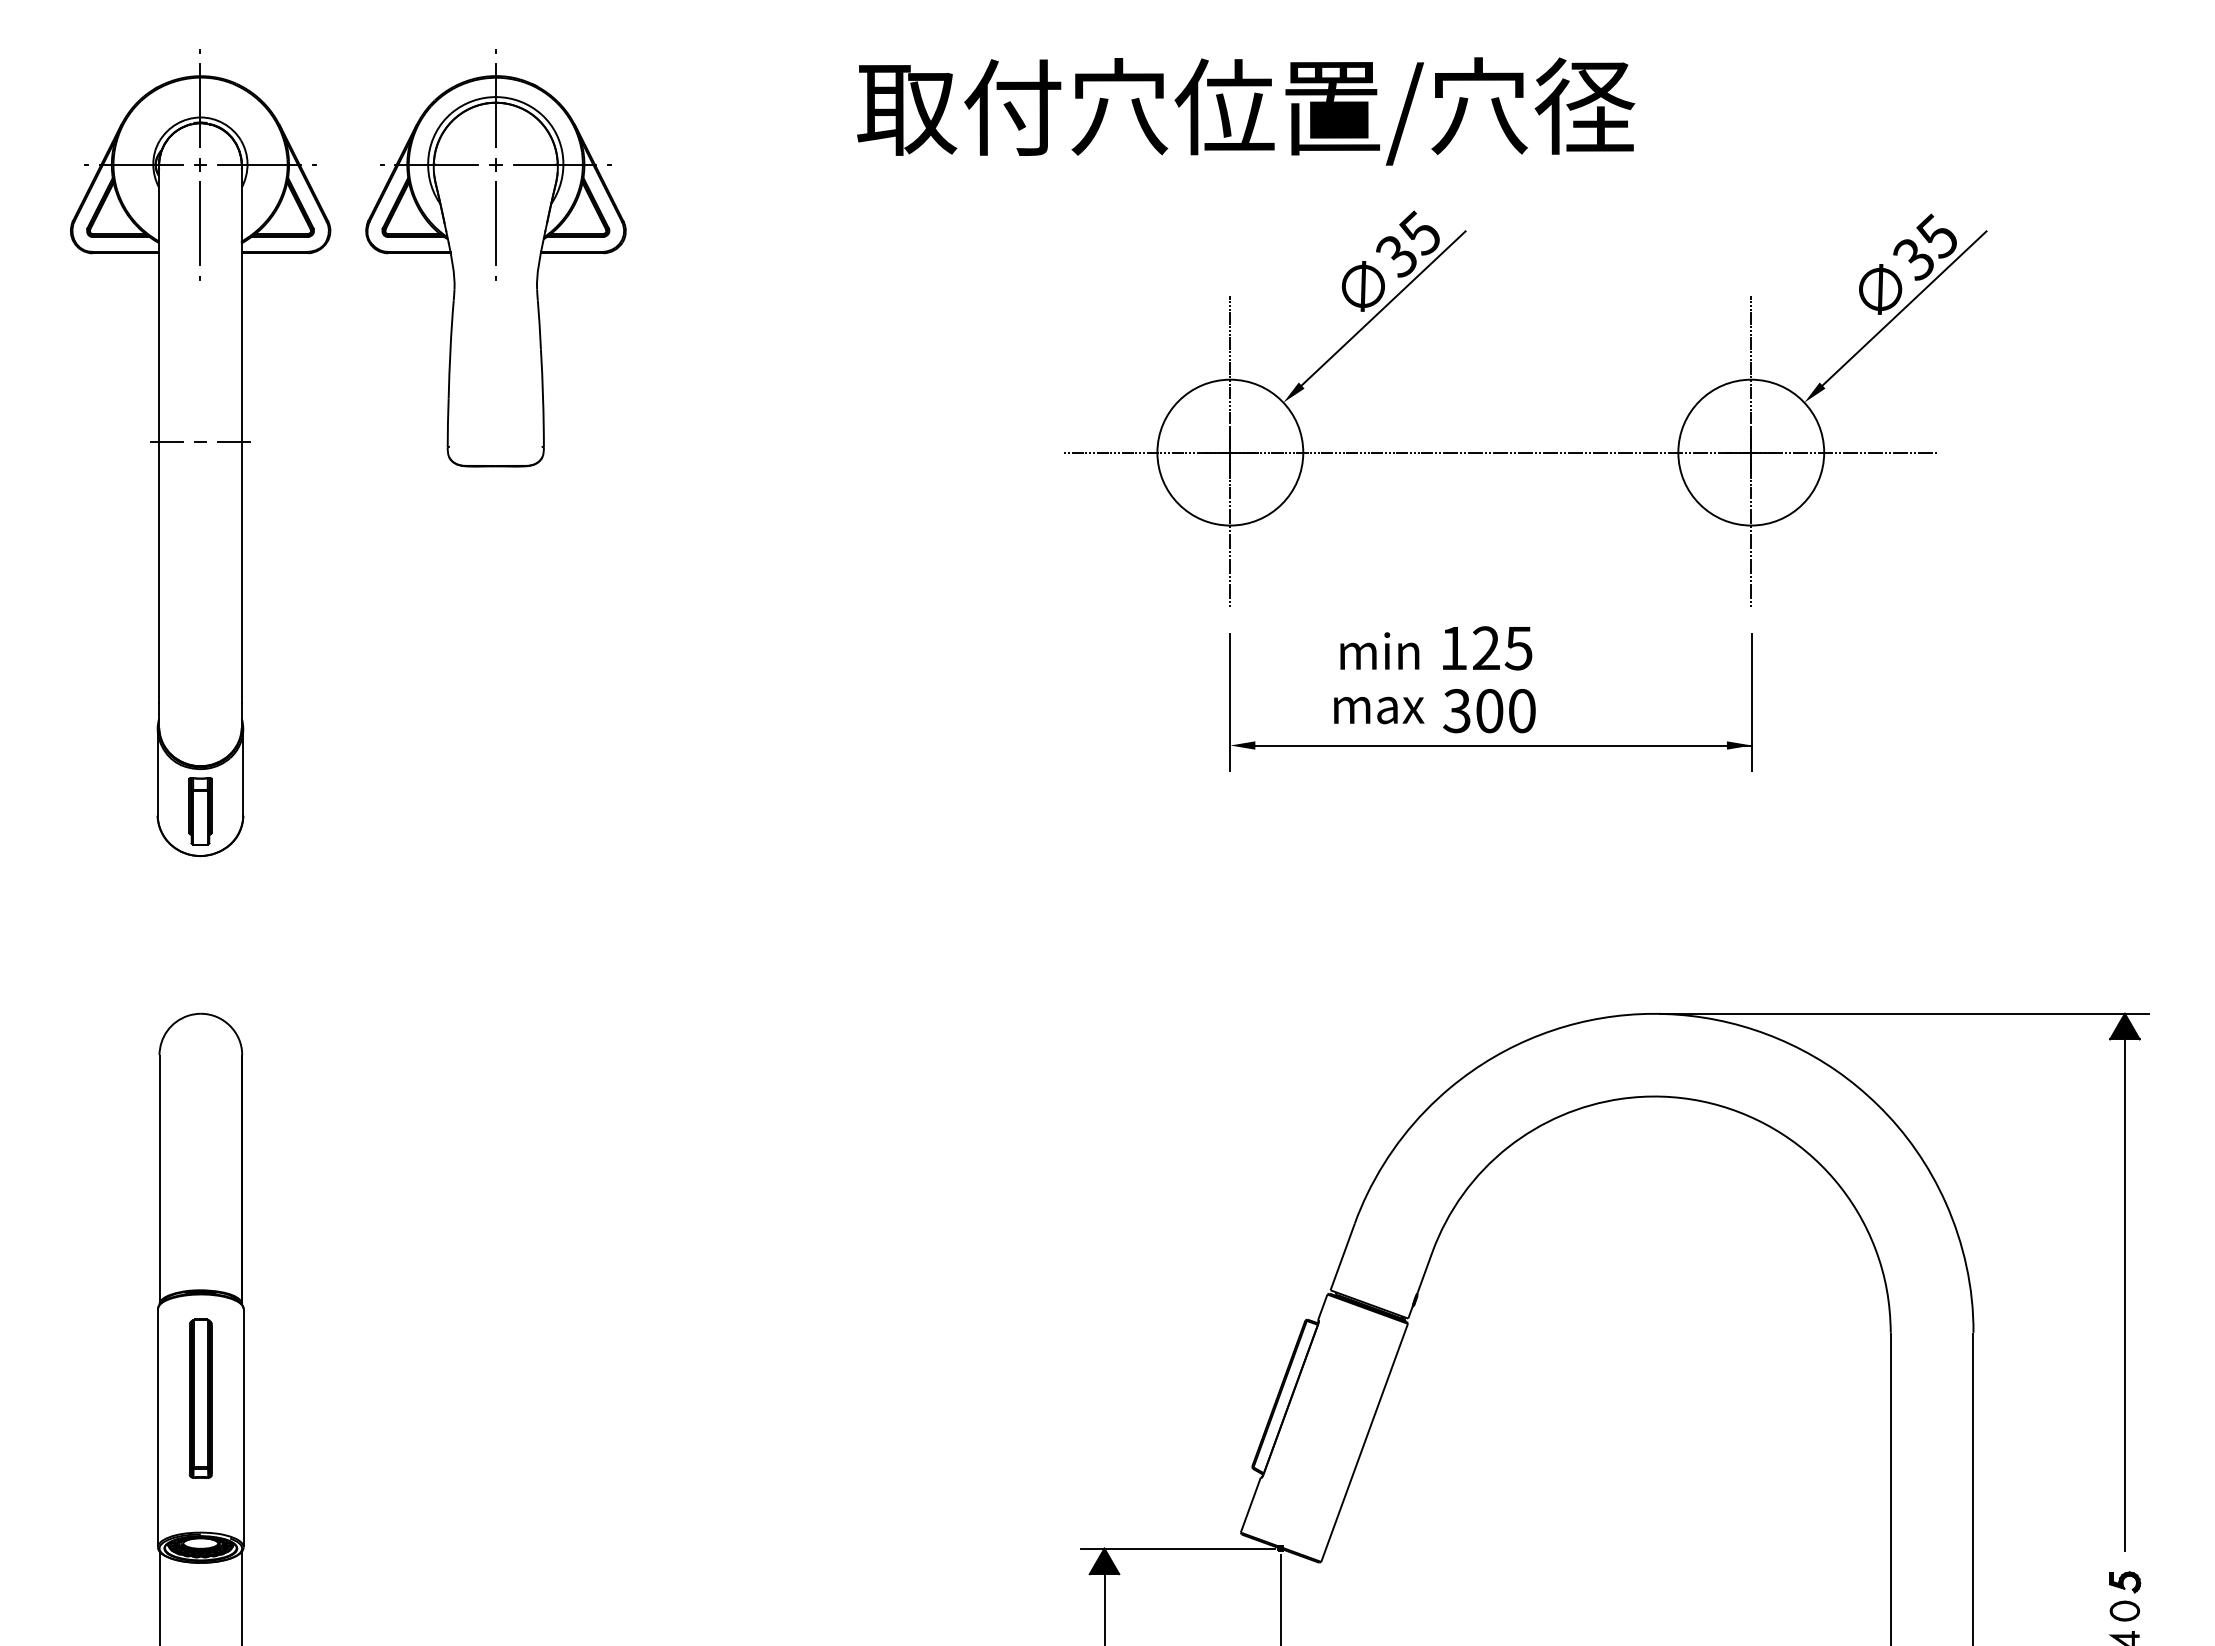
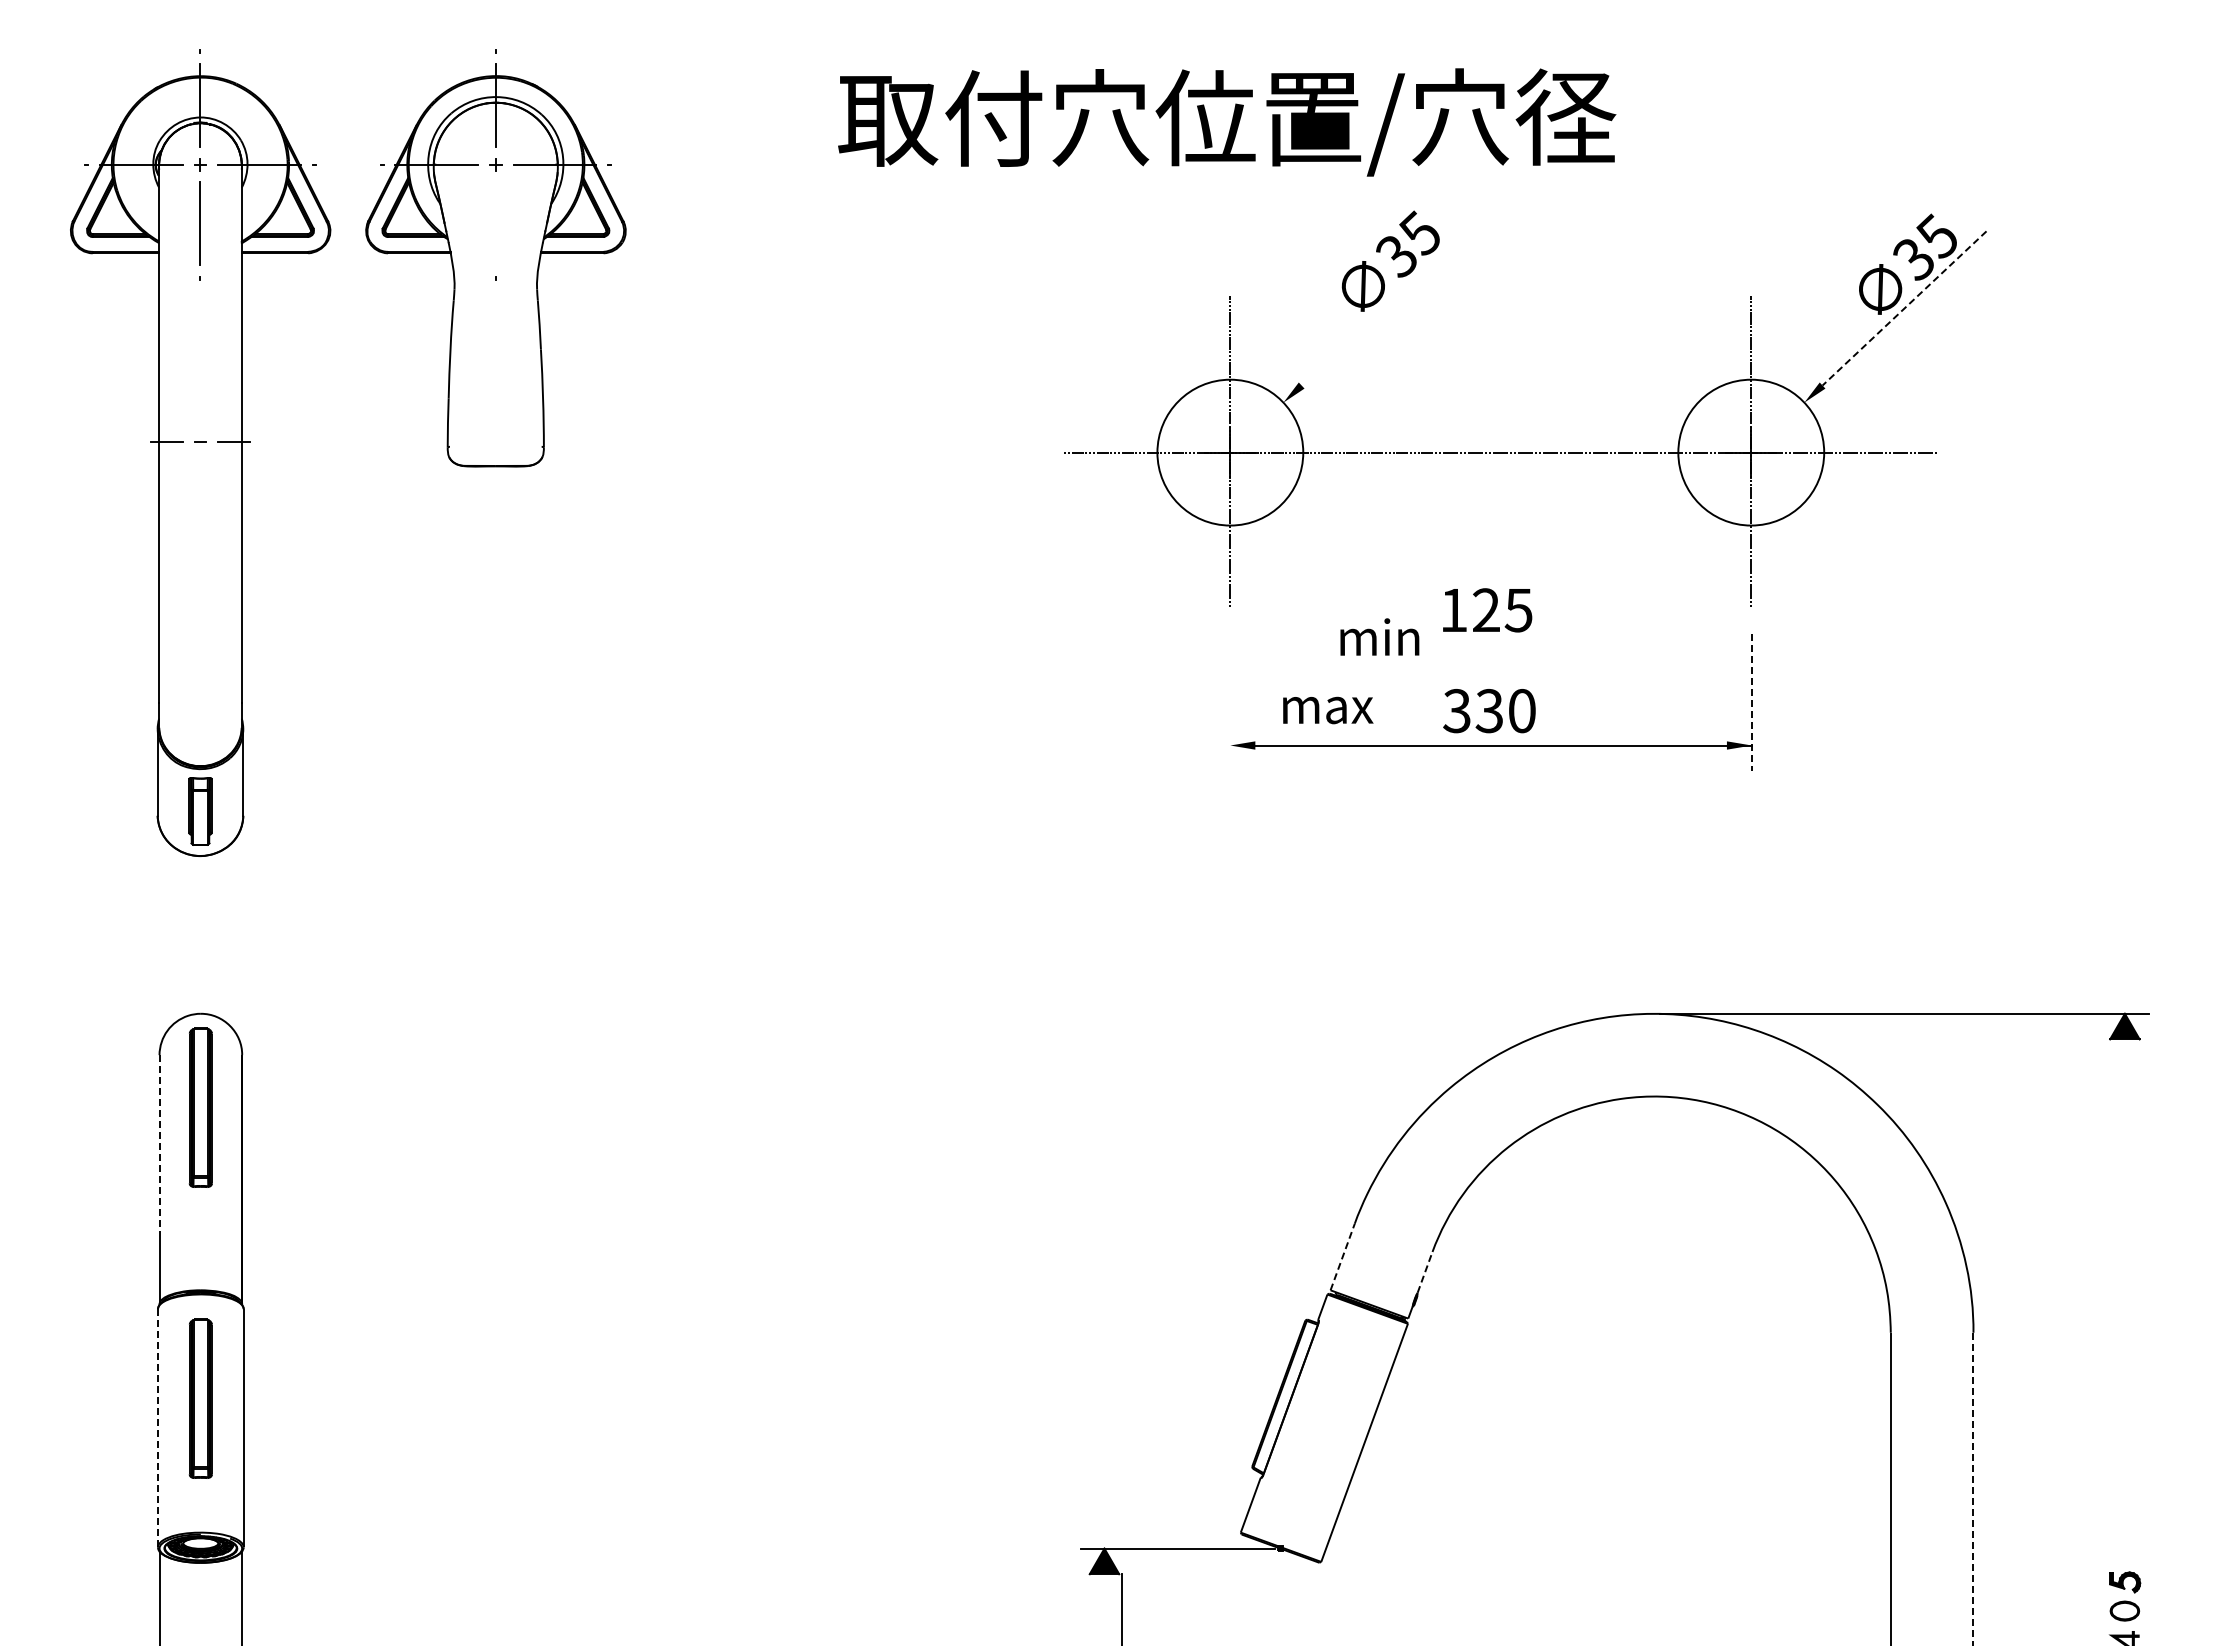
text at (1246, 111) position: (1246, 111) -> (1227, 122)
line at (495, 223): present -> none
line at (1383, 308): present -> none
line at (1904, 308): solid -> dashed
text at (1487, 648) position: (1487, 648) -> (1487, 610)
text at (1379, 650) position: (1379, 650) -> (1379, 636)
line at (1230, 701): present -> none
line at (1751, 702): solid -> dashed
text at (1379, 710) position: (1379, 710) -> (1328, 710)
text at (1489, 711): 300 -> 330
part at (200, 1107): none -> present
line at (159, 1146): solid -> dashed
line at (1342, 1256): solid -> dashed
line at (1425, 1272): solid -> dashed
line at (2124, 1295): present -> none
line at (158, 1428): solid -> dashed
line at (1973, 1488): solid -> dashed
line at (1280, 1598): present -> none
line at (1104, 1608) position: (1104, 1608) -> (1121, 1608)
